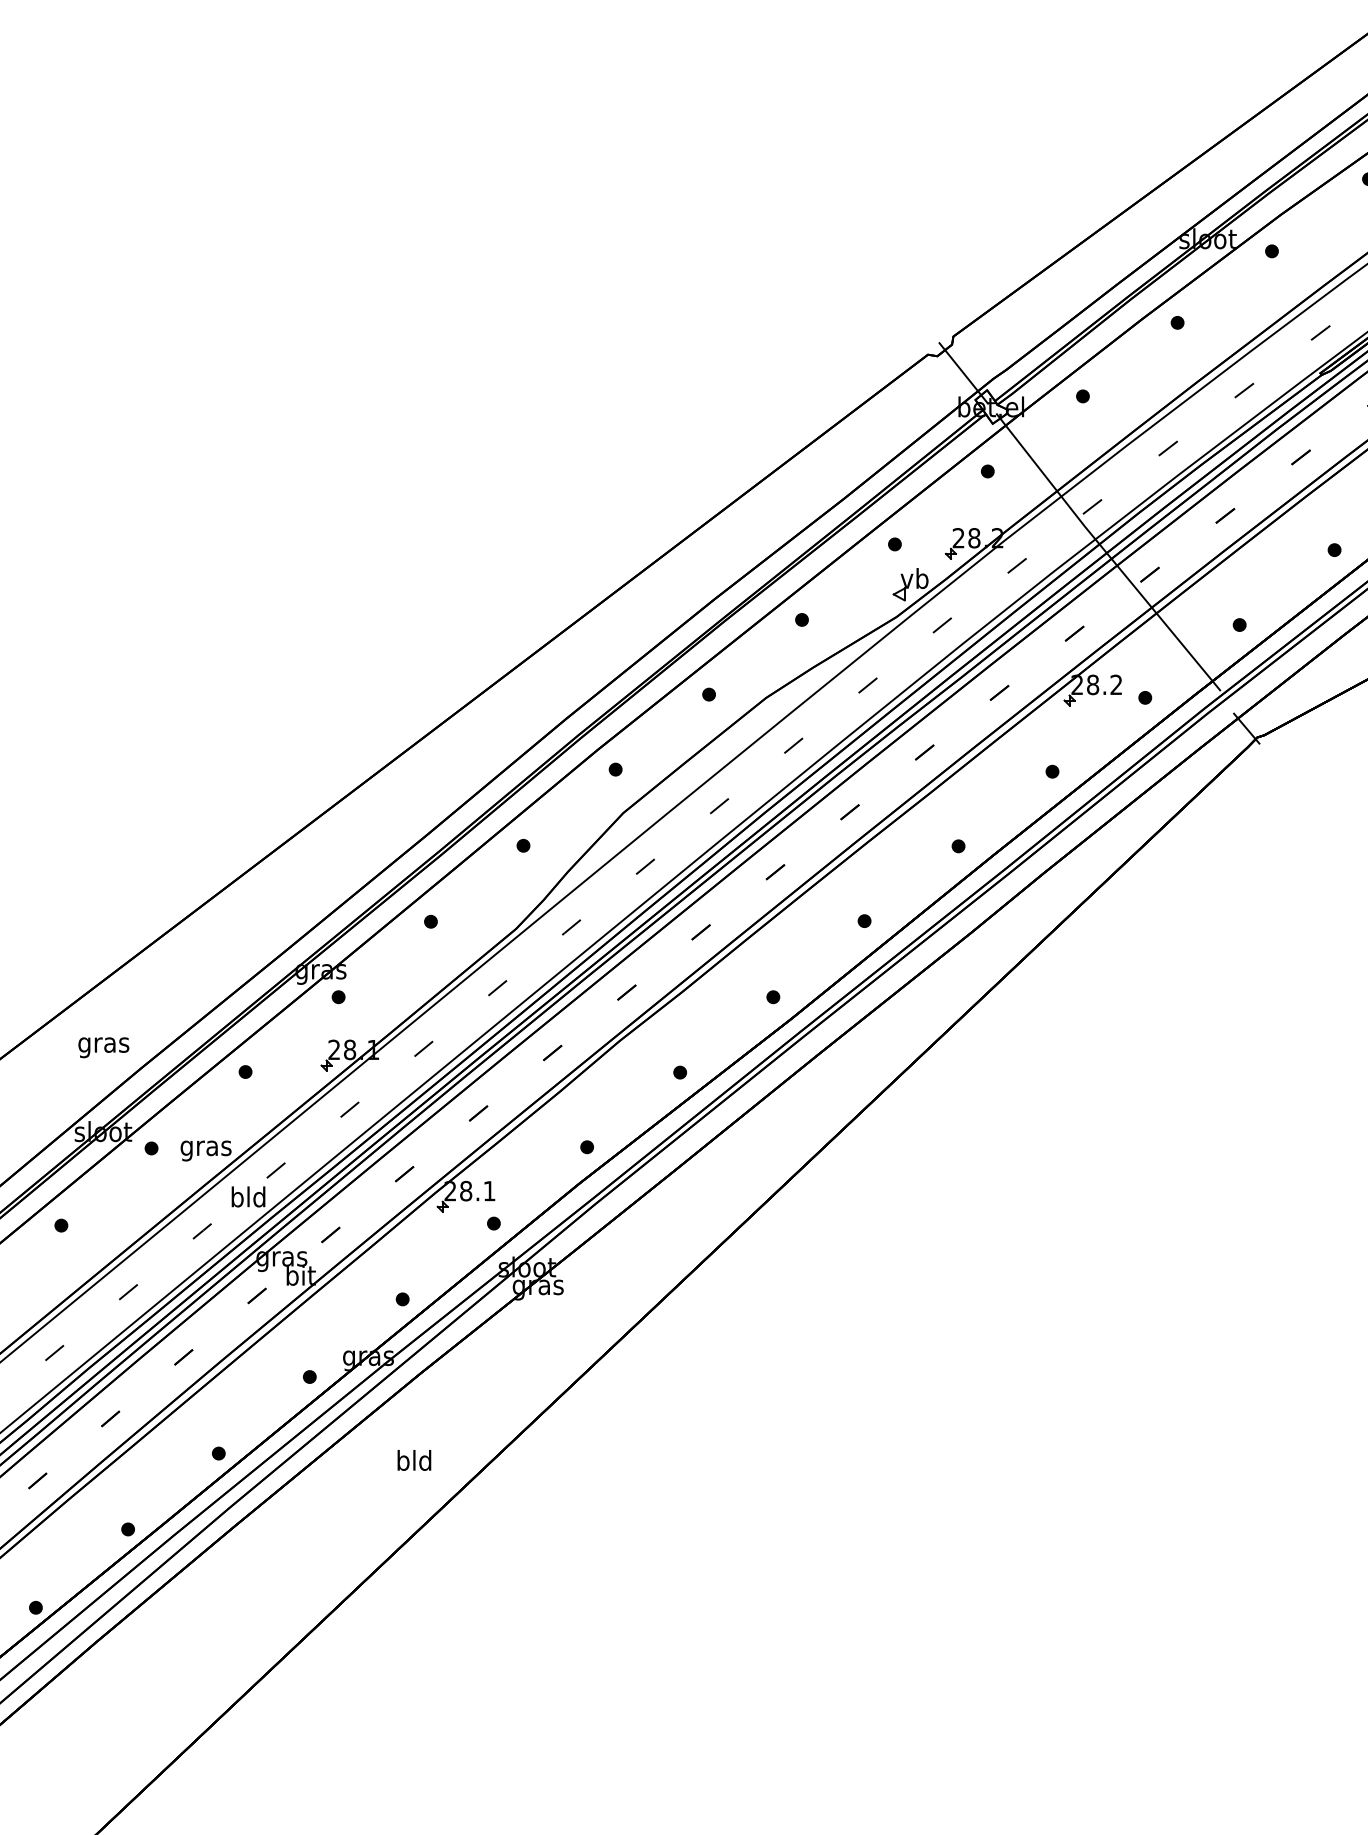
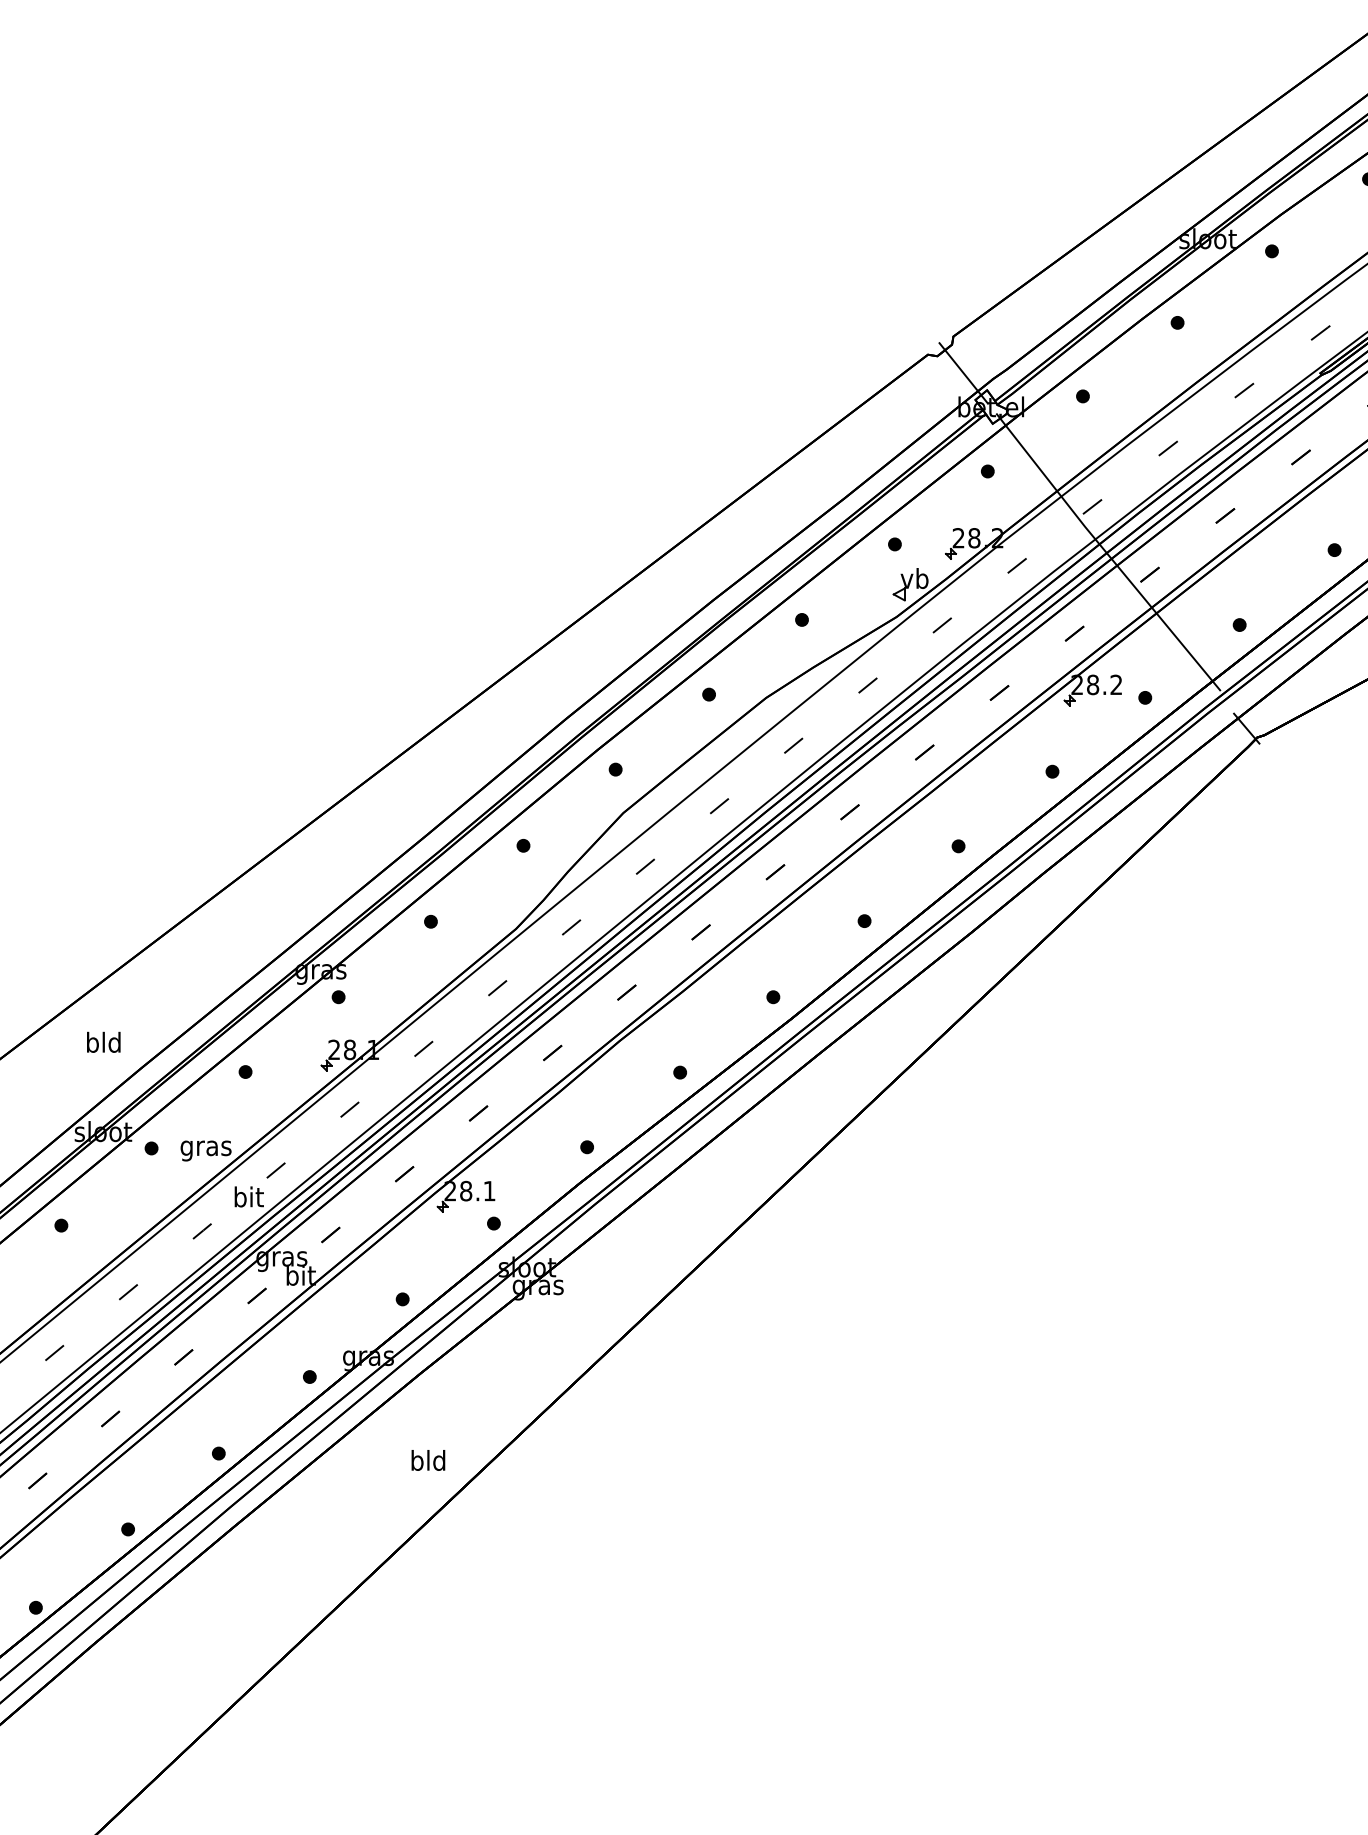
text at (103, 1044): gras -> bld
text at (248, 1196): bld -> bit
text at (414, 1460) position: (414, 1460) -> (428, 1460)
